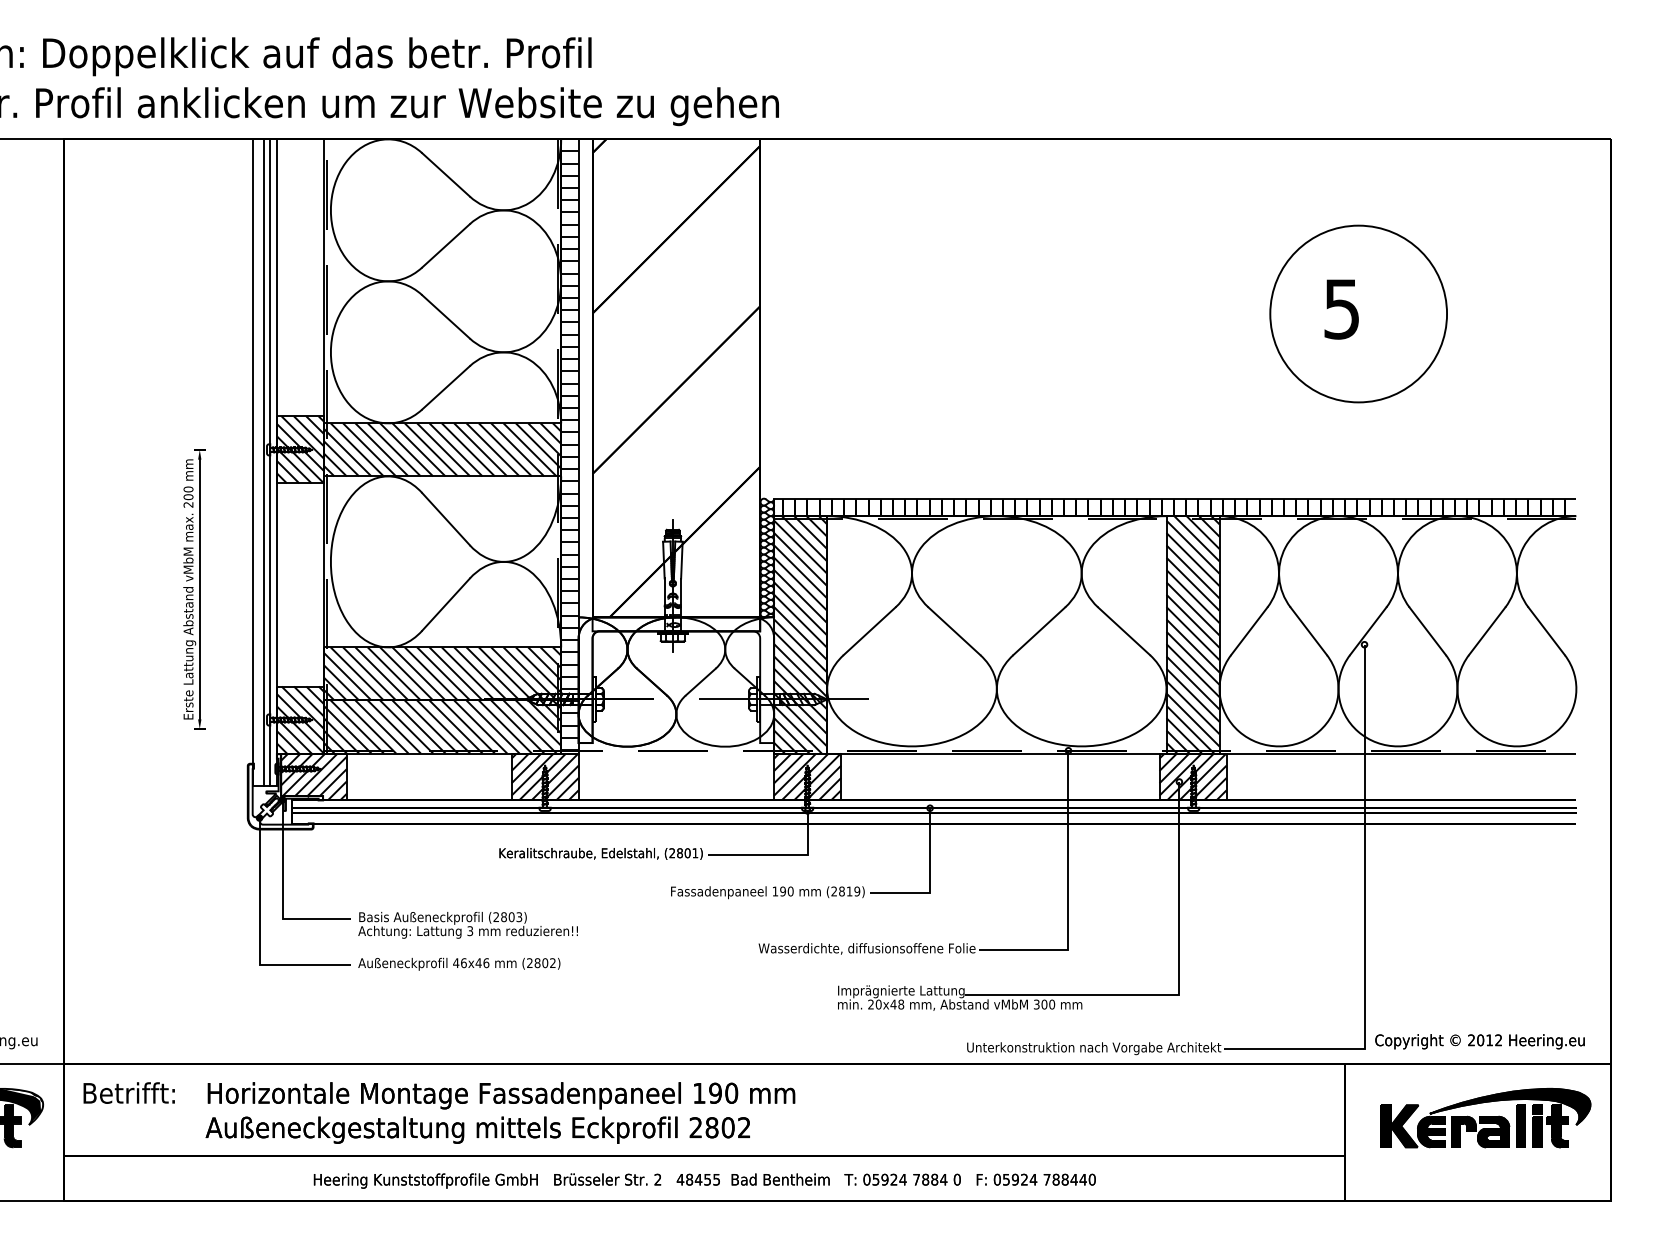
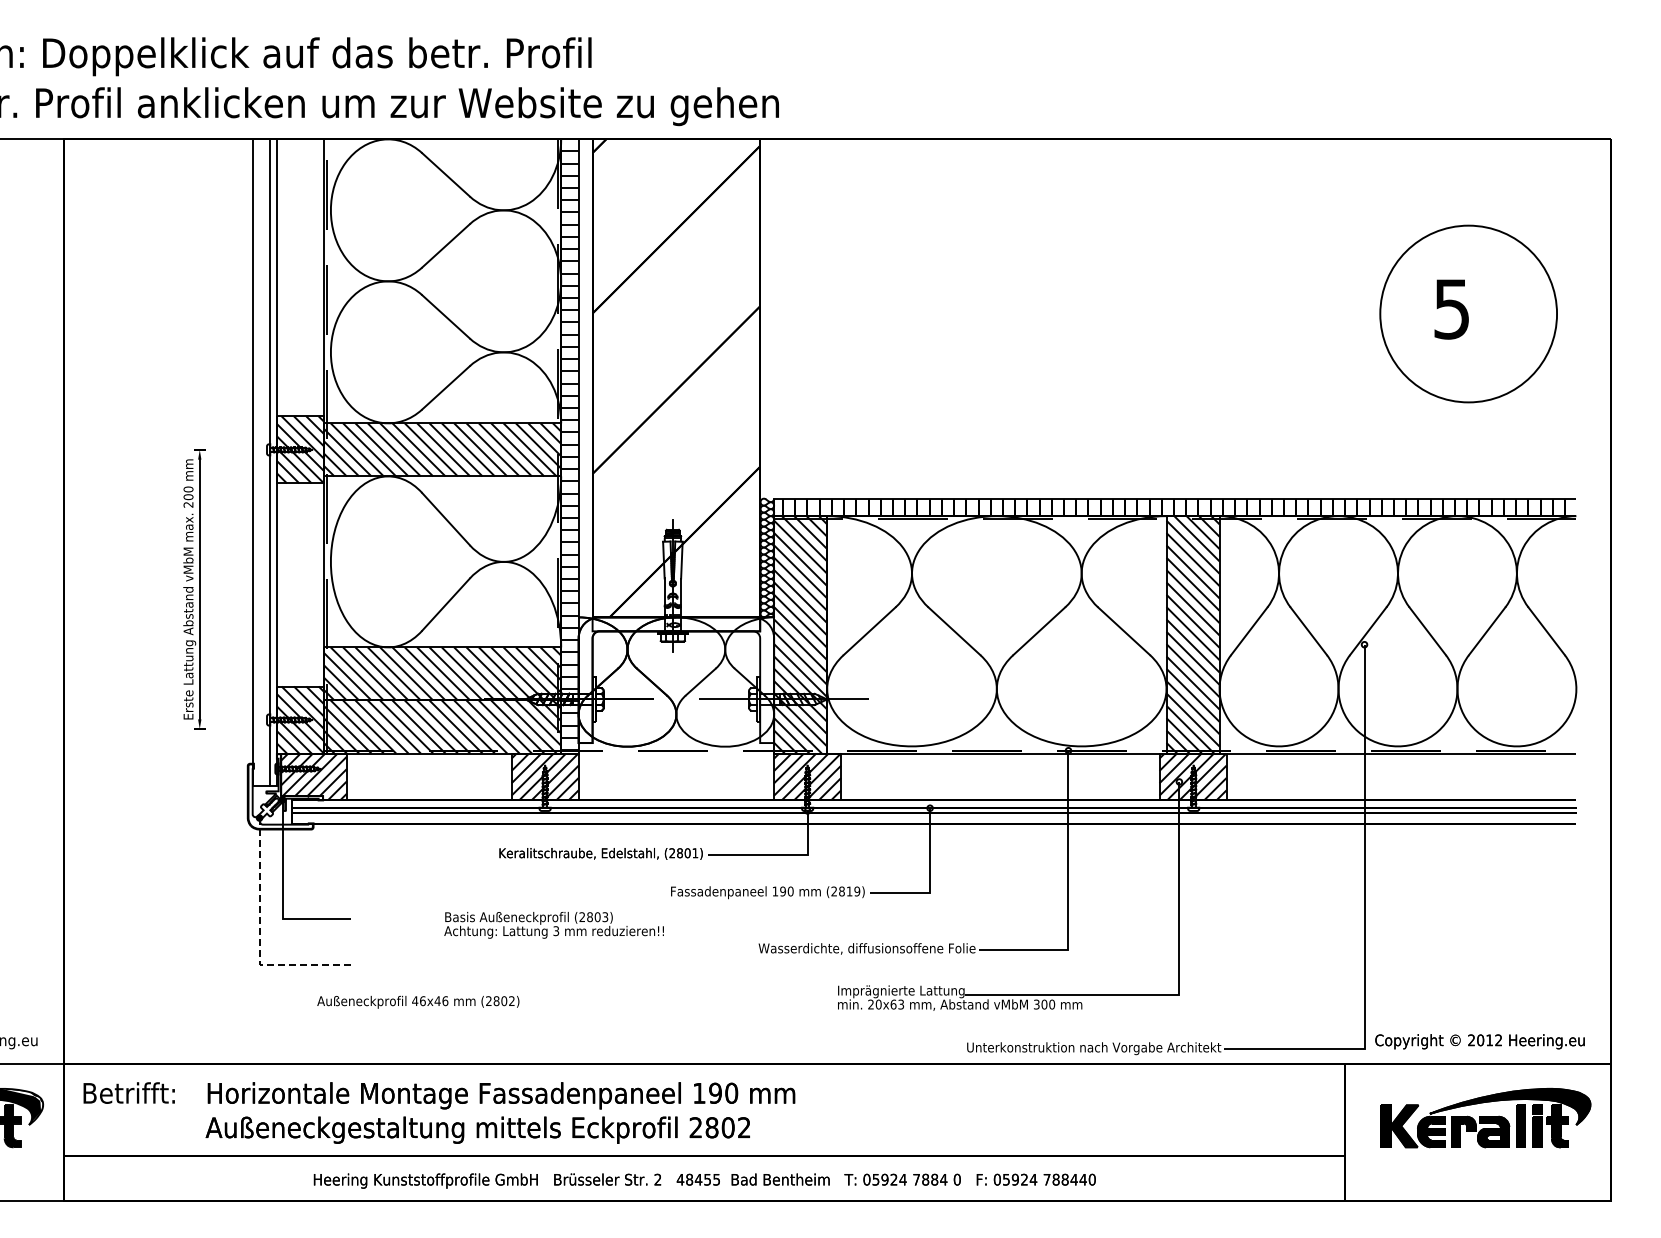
part at (1358, 313) position: (1358, 313) -> (1468, 313)
line at (264, 462): present -> none
text at (467, 925) position: (467, 925) -> (553, 925)
line at (259, 938): solid -> dashed
text at (459, 963) position: (459, 963) -> (418, 1001)
text at (897, 1004): 20x48 -> 20x63
